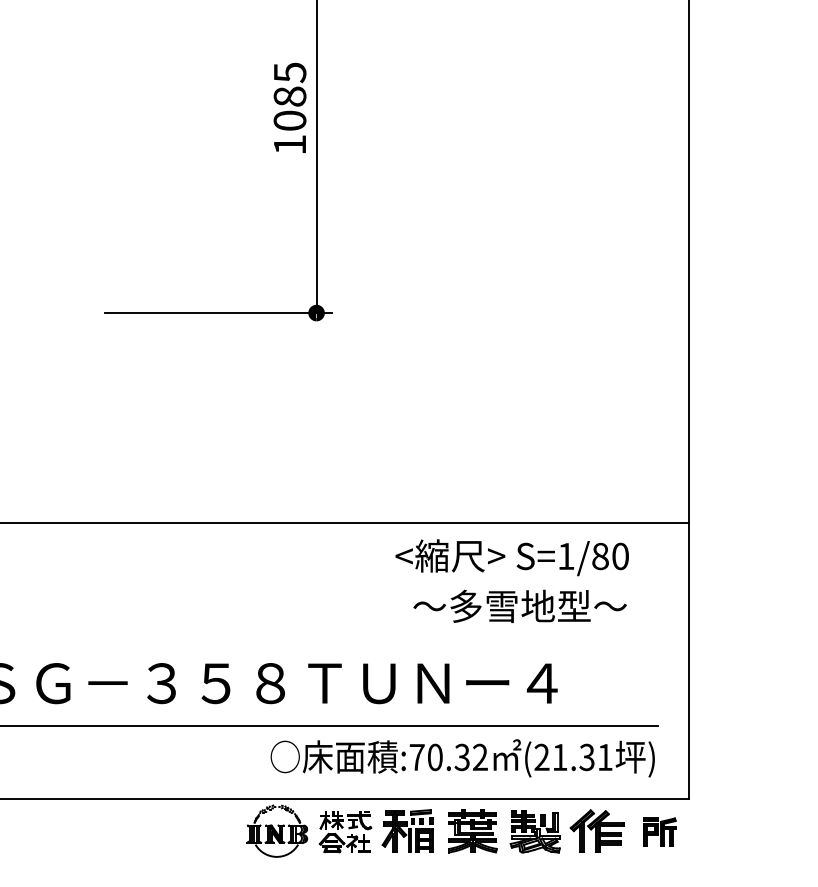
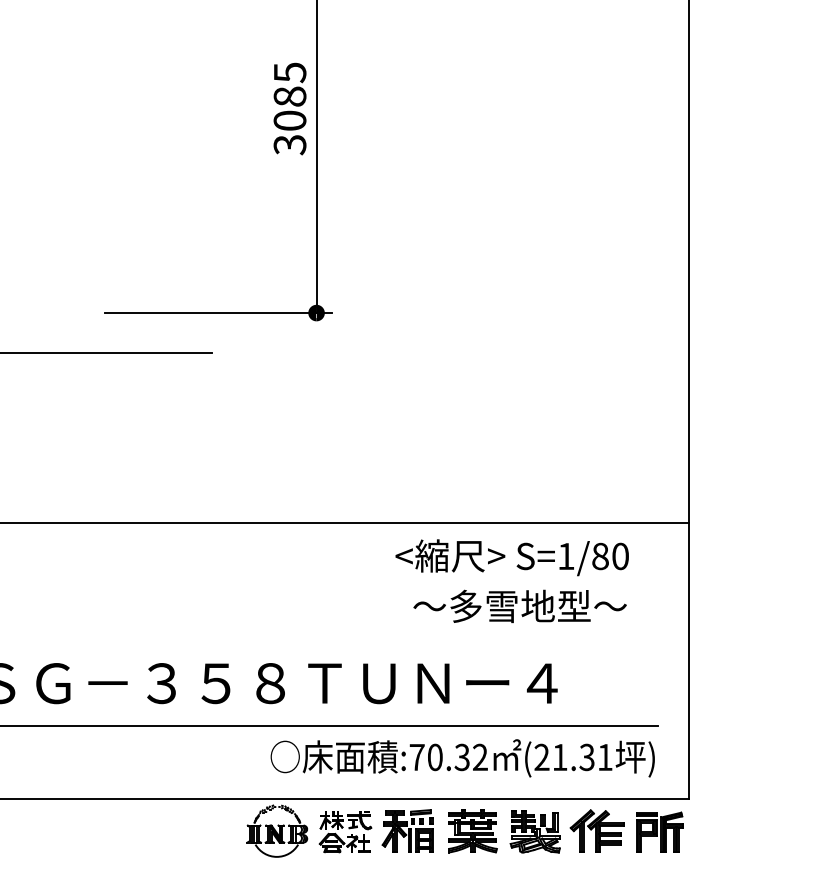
text at (289, 145): 1085 -> 3085
line at (106, 352): none -> present
part at (659, 831) size: 34x30 px -> 48x42 px
